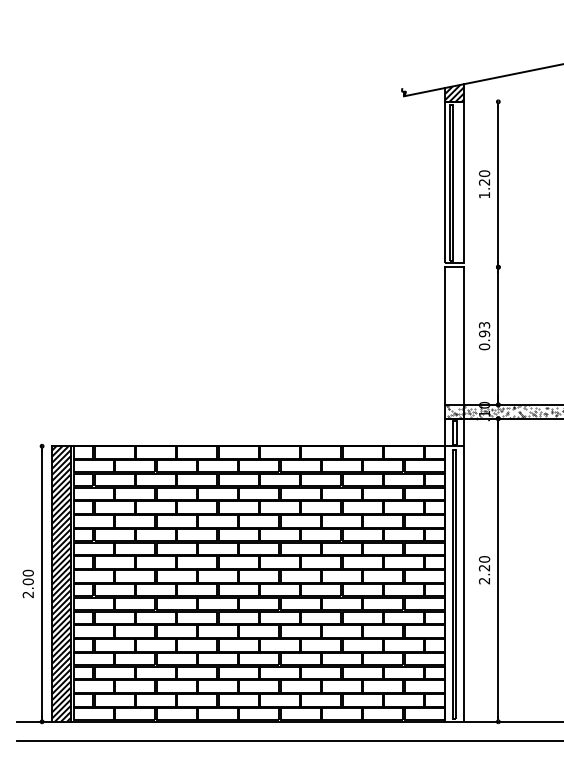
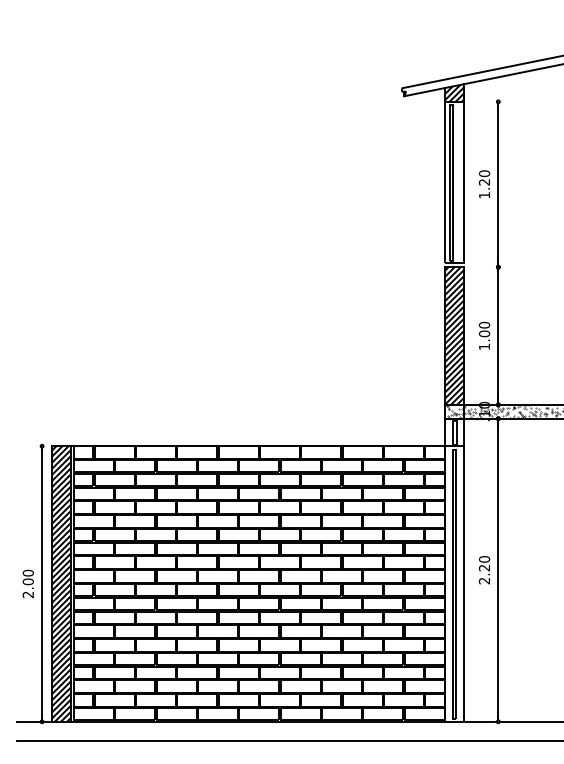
line at (481, 72): none -> present
hatch at (454, 335): none -> present
text at (484, 335): 0.93 -> 1.00
